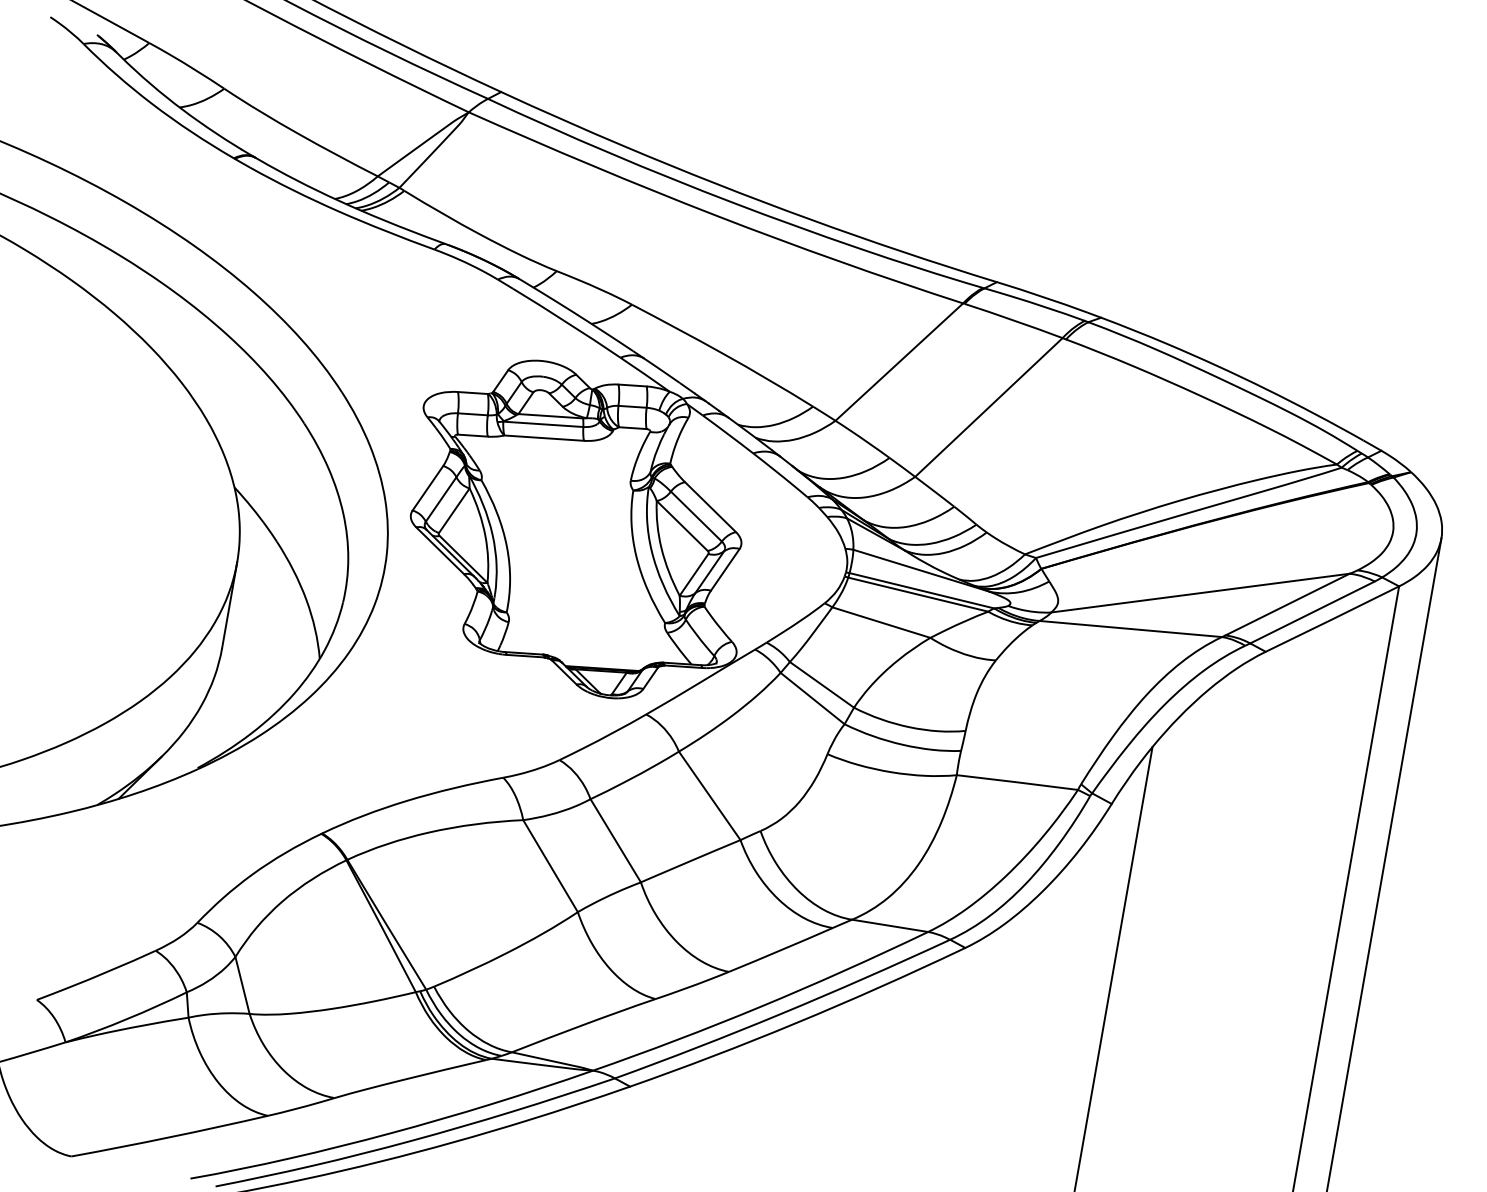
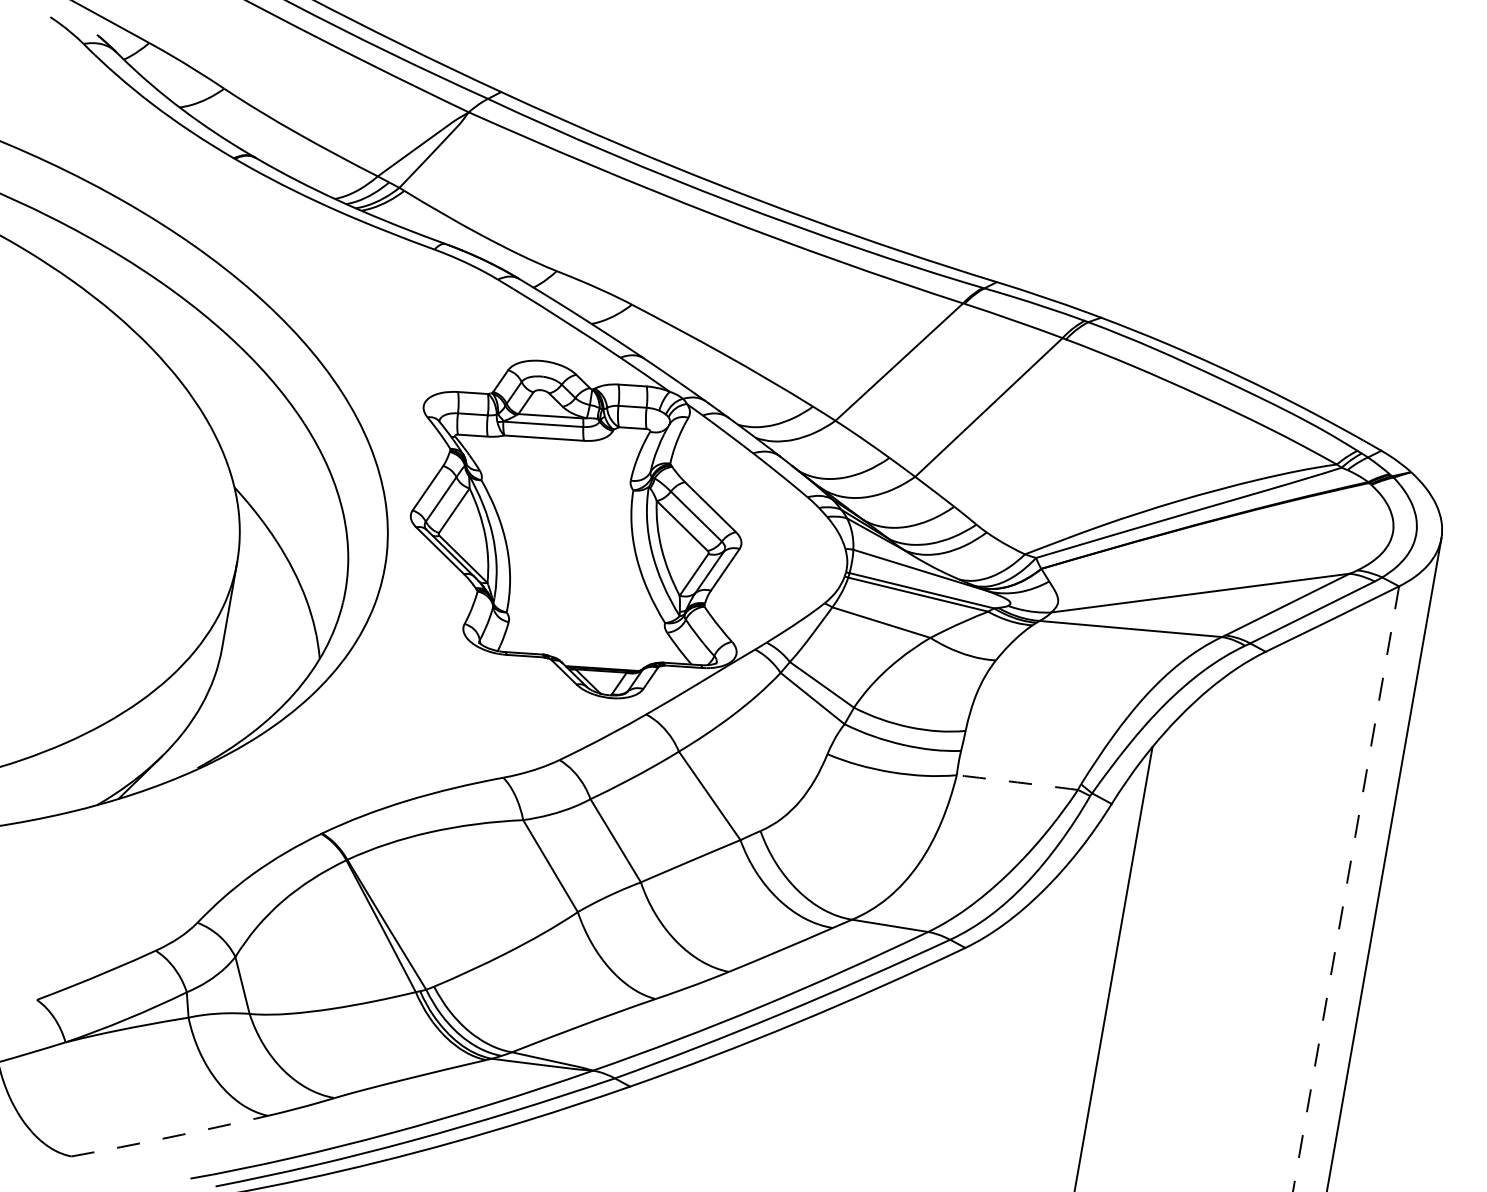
arc at (1017, 782): solid -> dashed
line at (1345, 889): solid -> dashed
arc at (170, 1137): solid -> dashed
